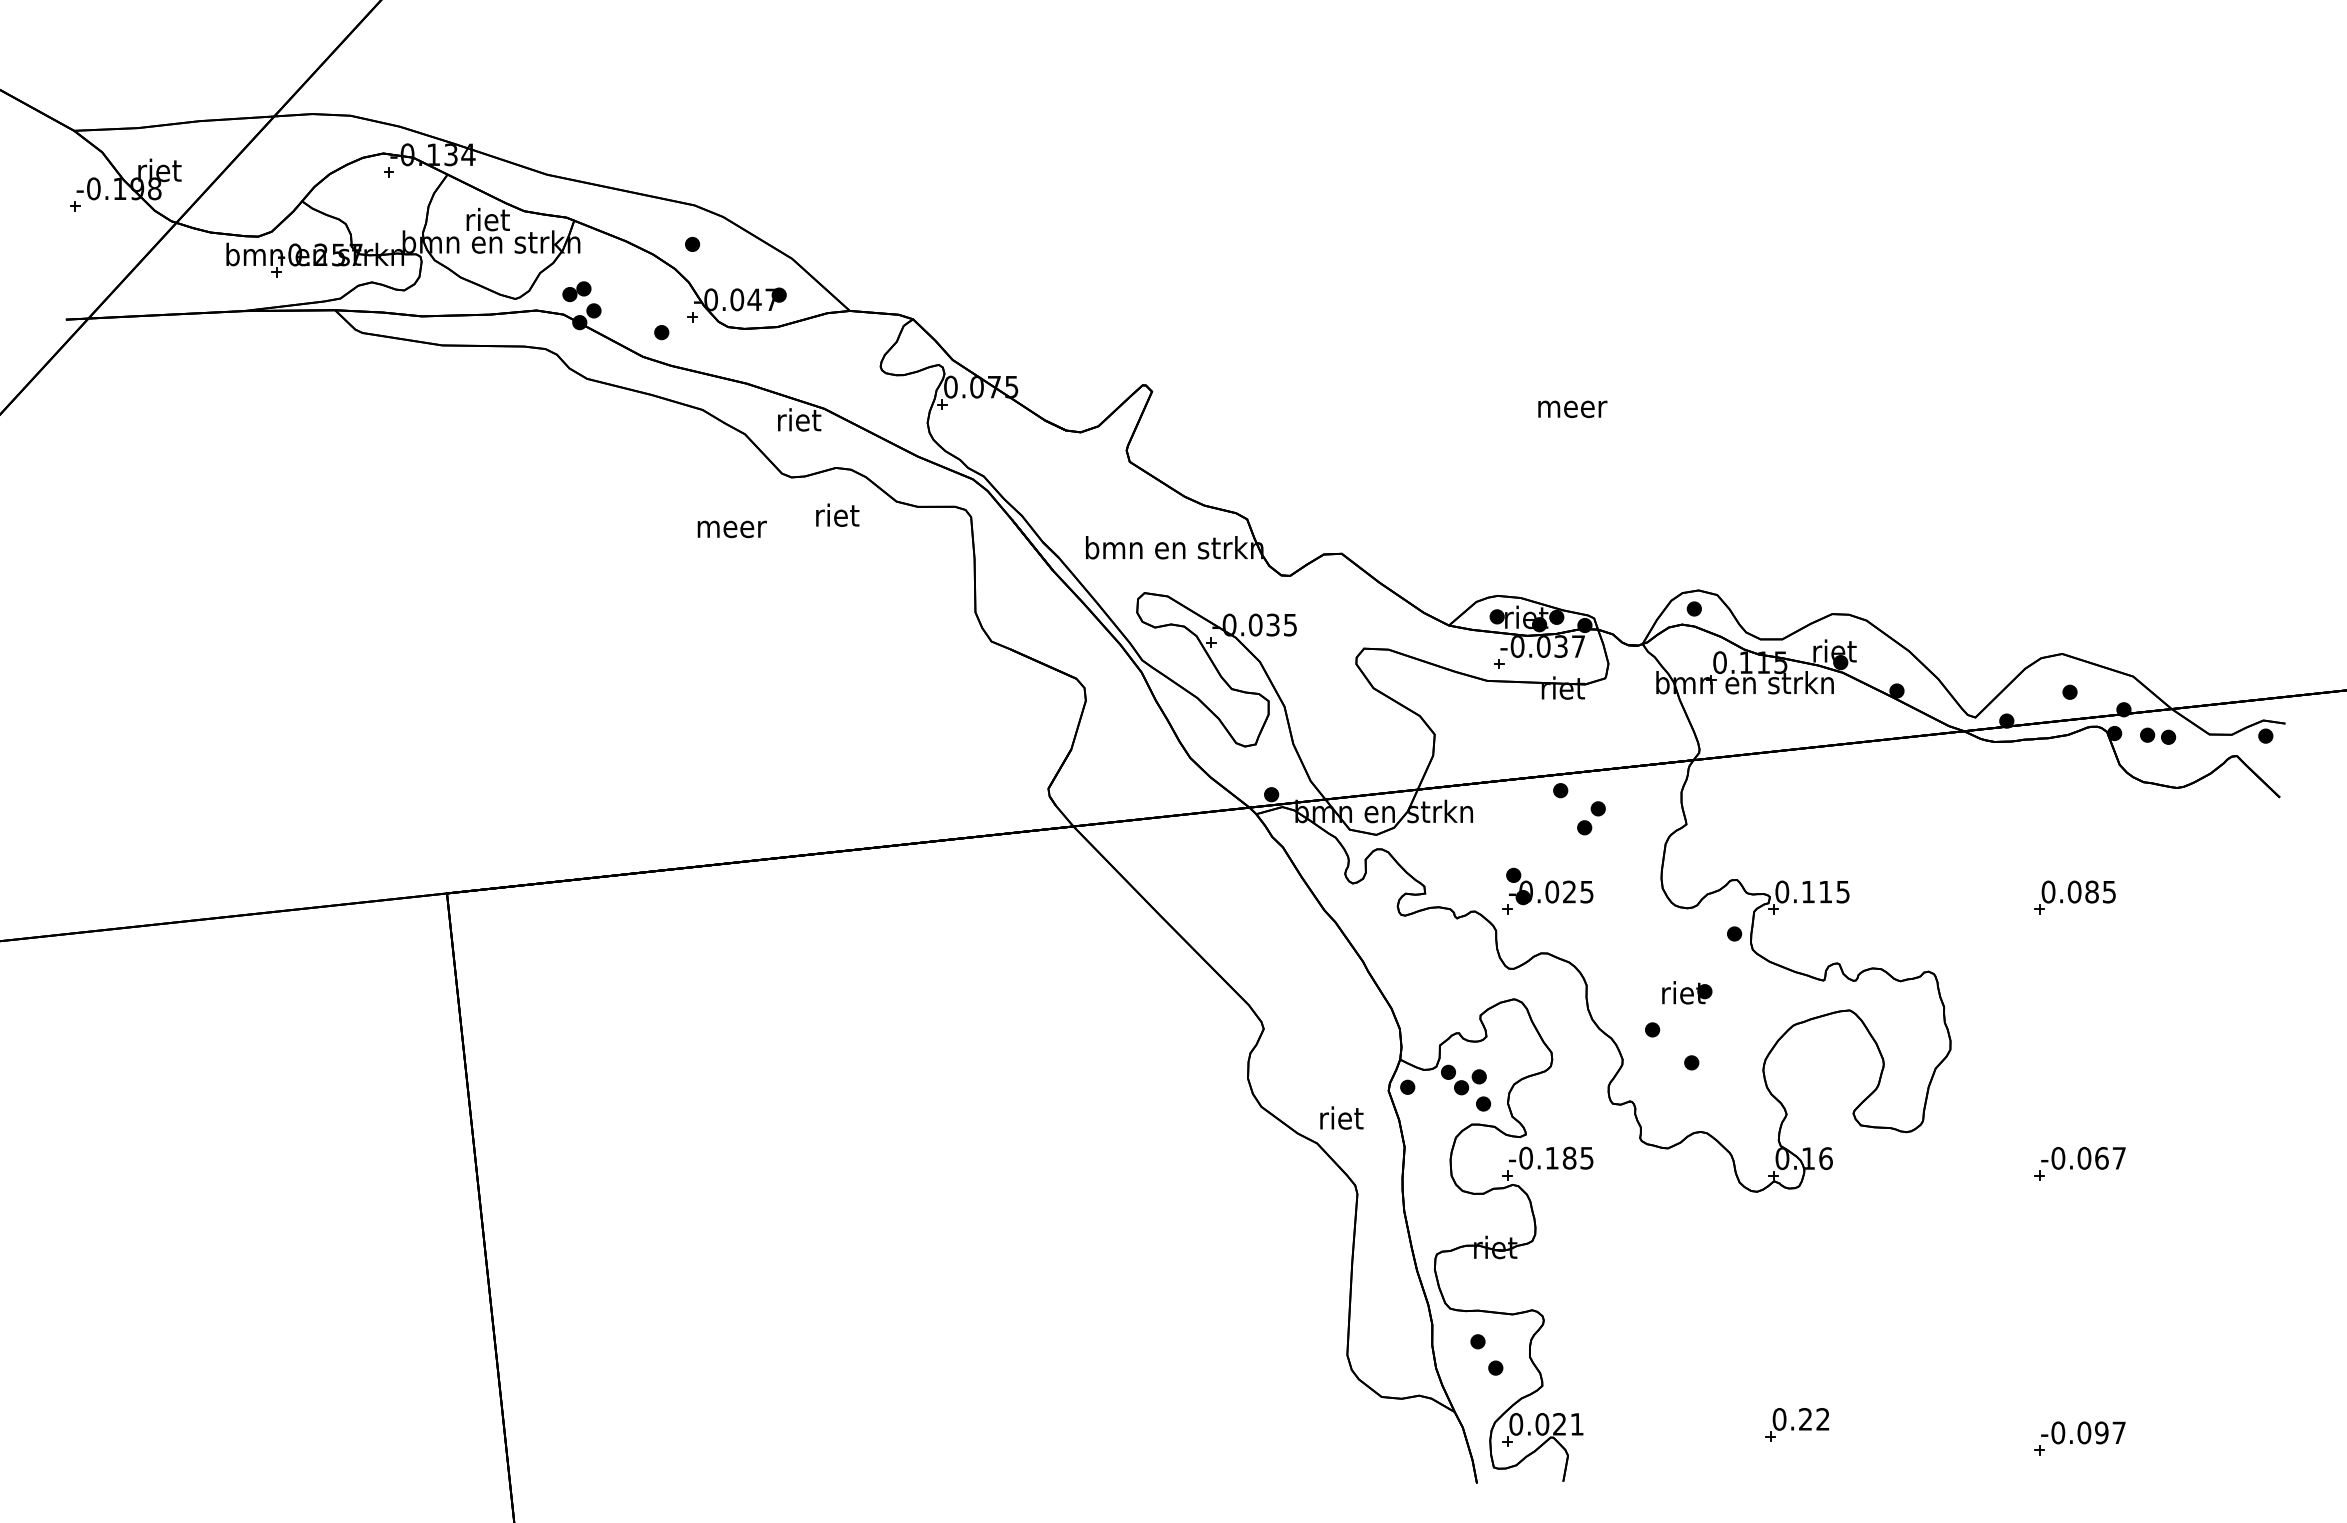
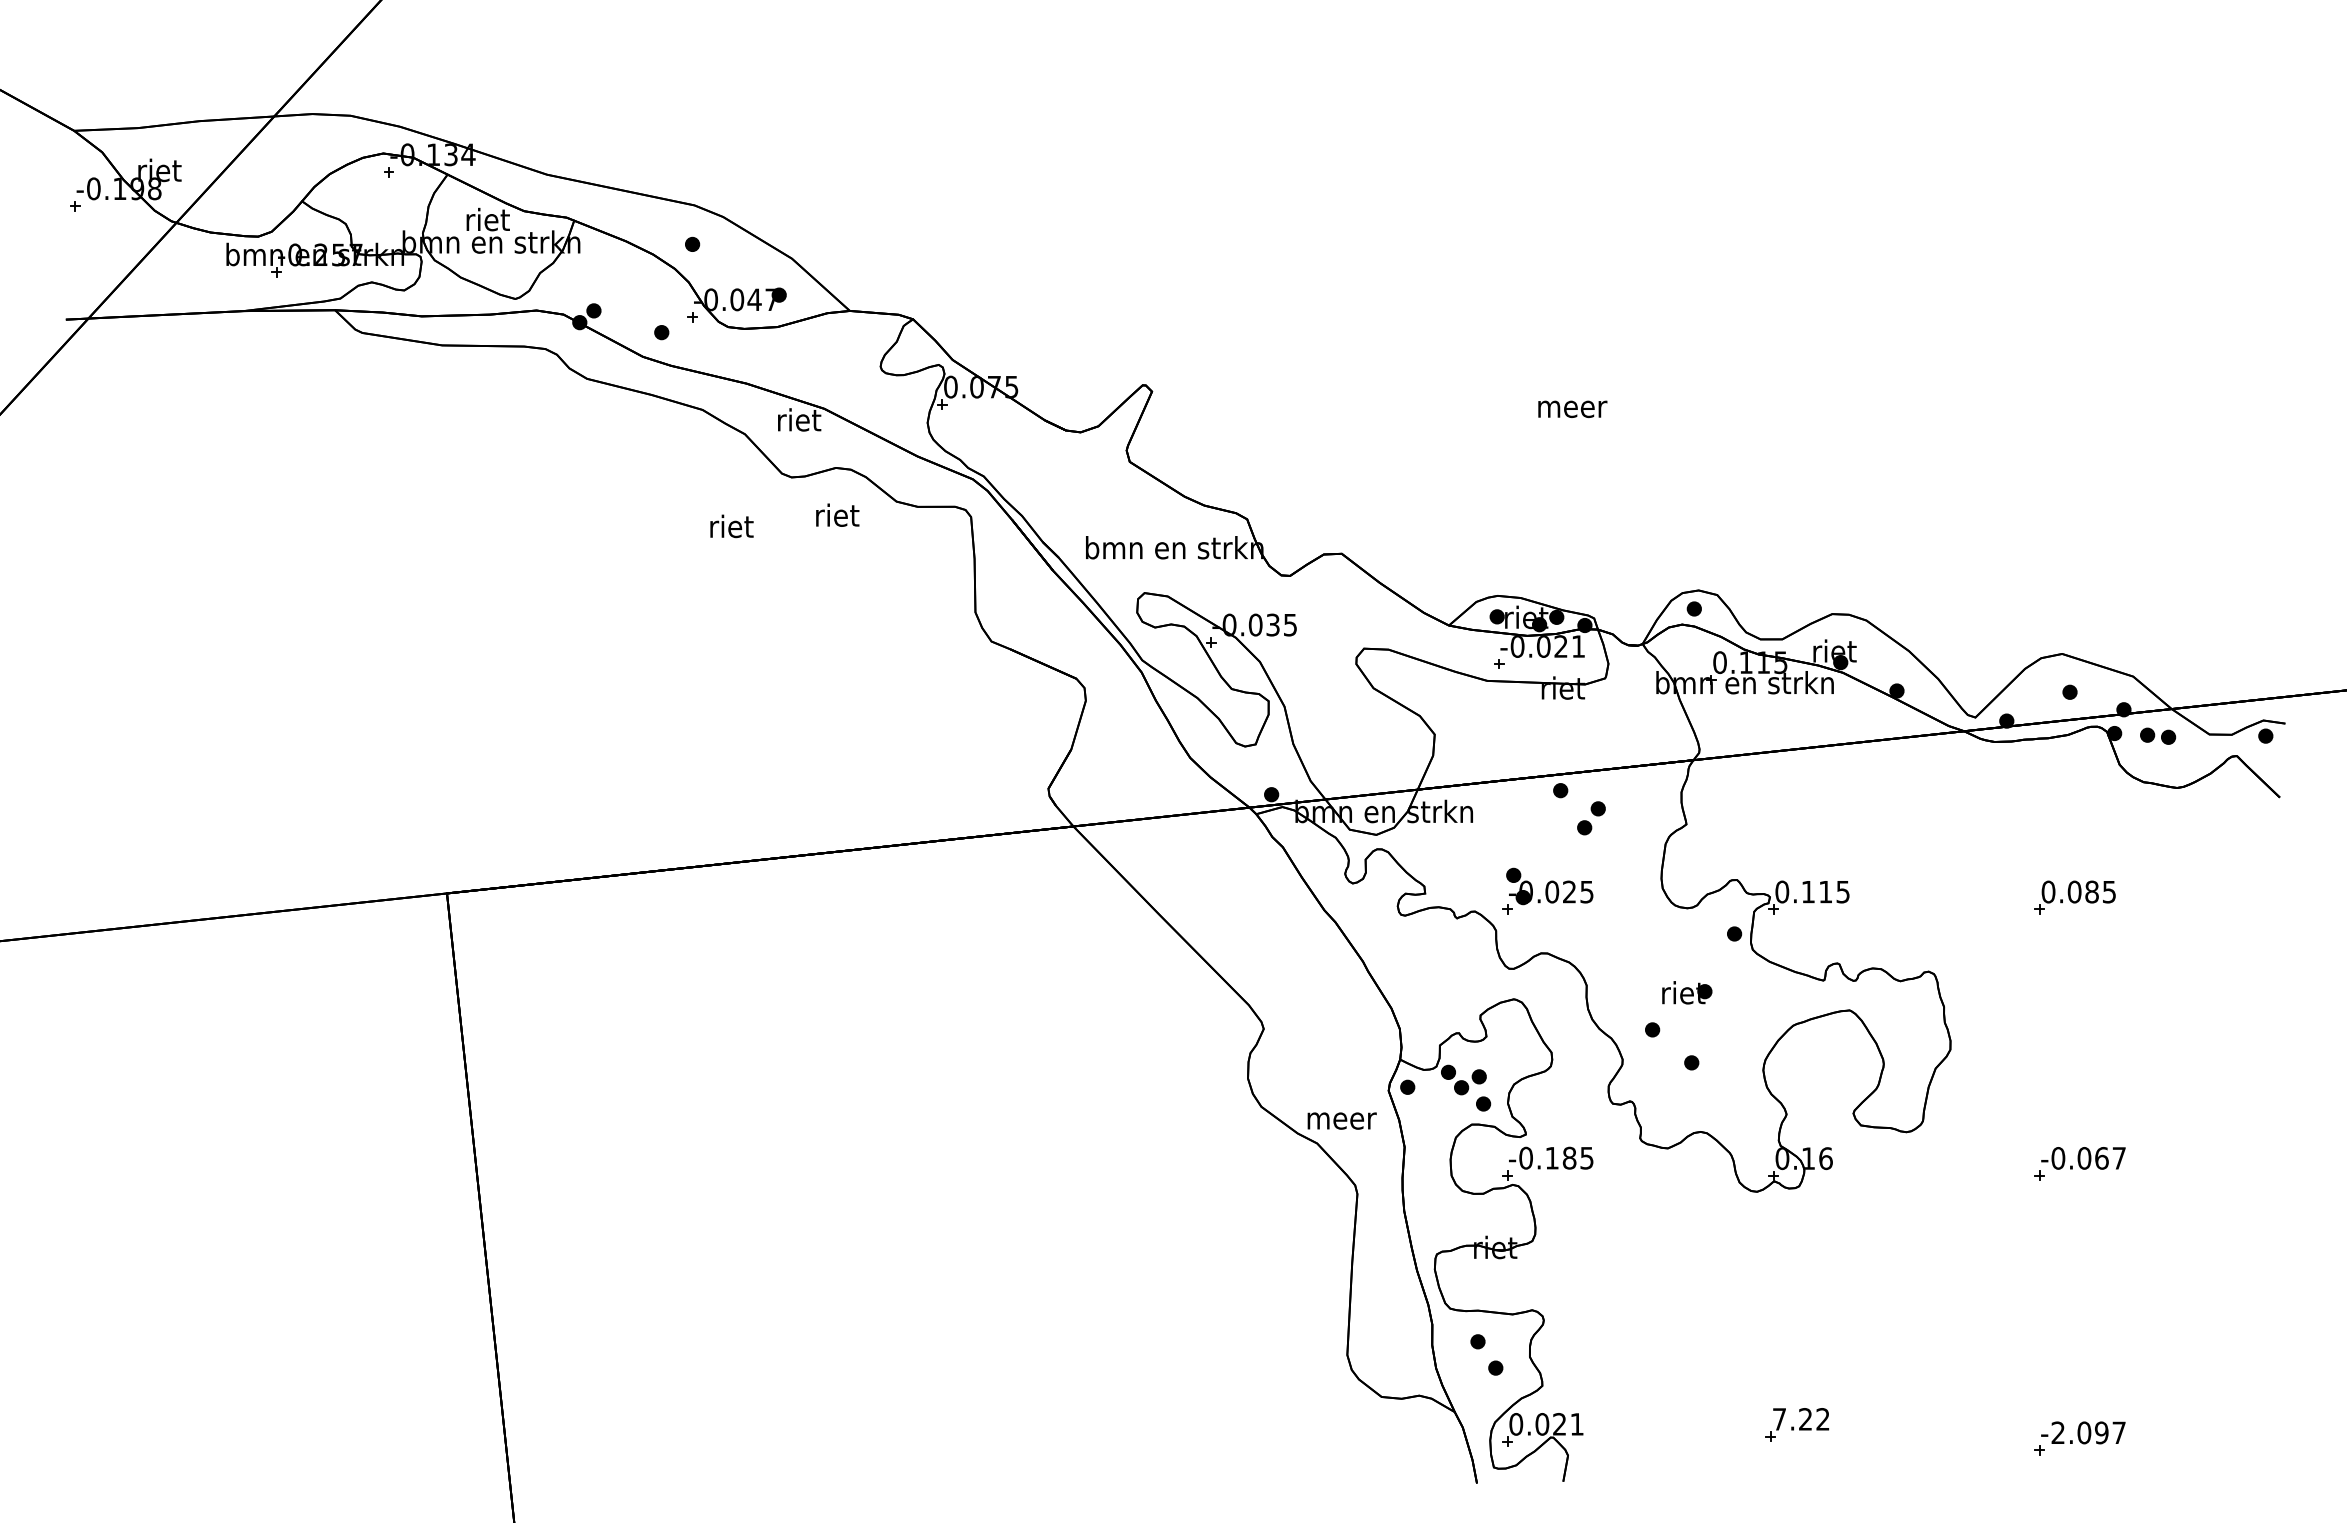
part at (576, 291): present -> none
text at (731, 526): meer -> riet
text at (1569, 646): -0.037 -> -0.021
text at (1341, 1117): riet -> meer
text at (1779, 1419): 0.22 -> 7.22
text at (2058, 1432): -0.097 -> -2.097
